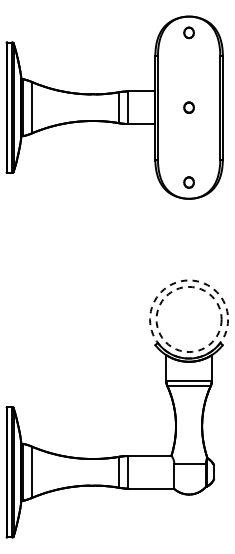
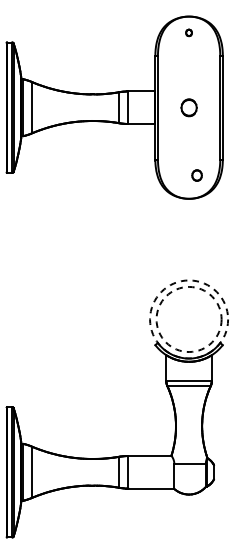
part at (188, 32) size: 12x14 px -> 8x10 px
part at (188, 107) size: 12x13 px -> 18x20 px
part at (188, 182) position: (188, 182) -> (196, 175)
